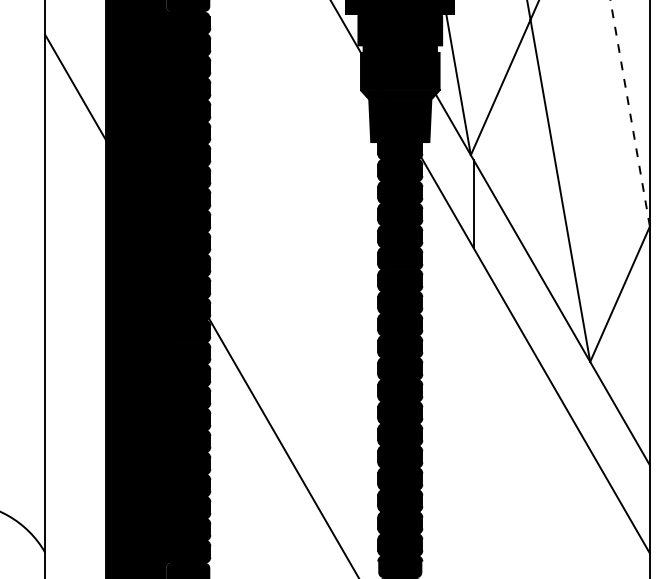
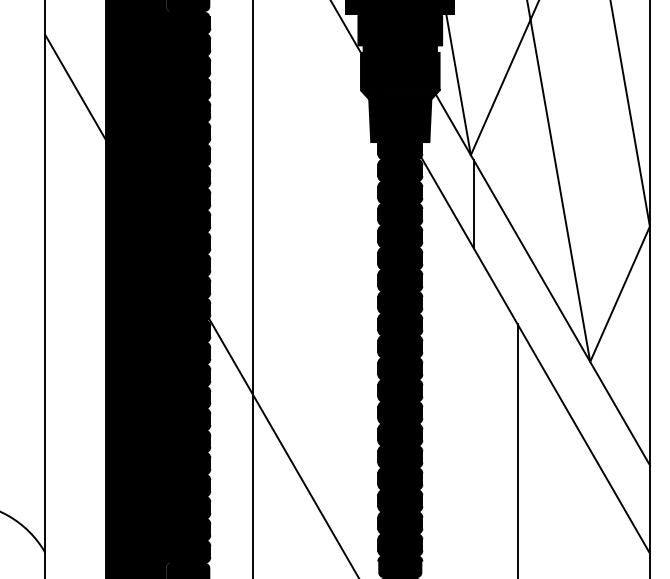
line at (630, 113): dashed -> solid
line at (253, 288): none -> present
line at (517, 449): none -> present
